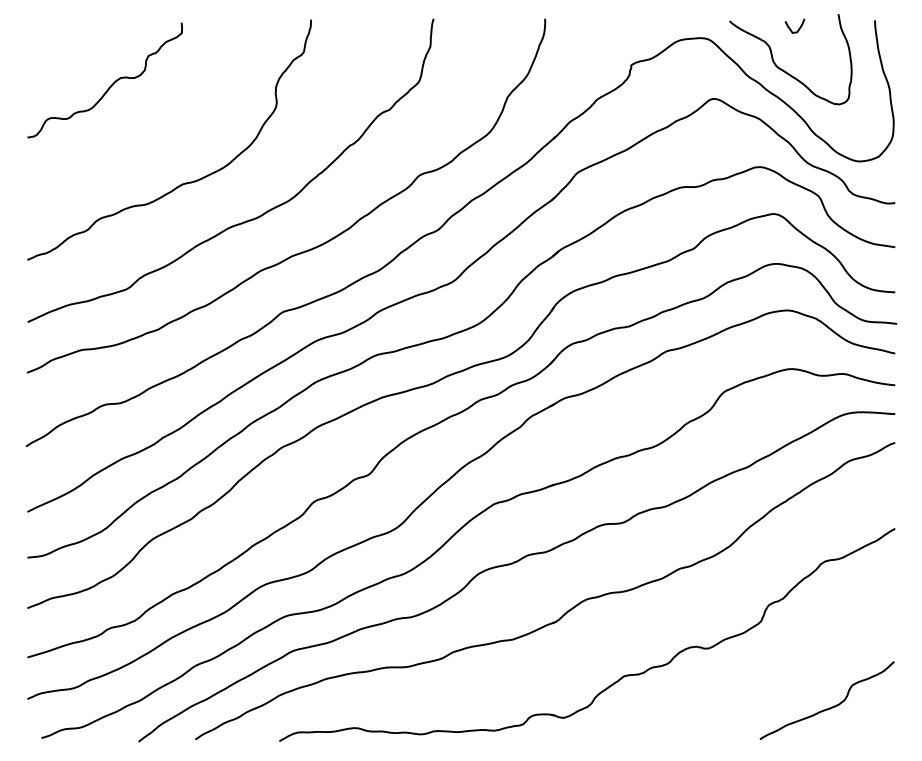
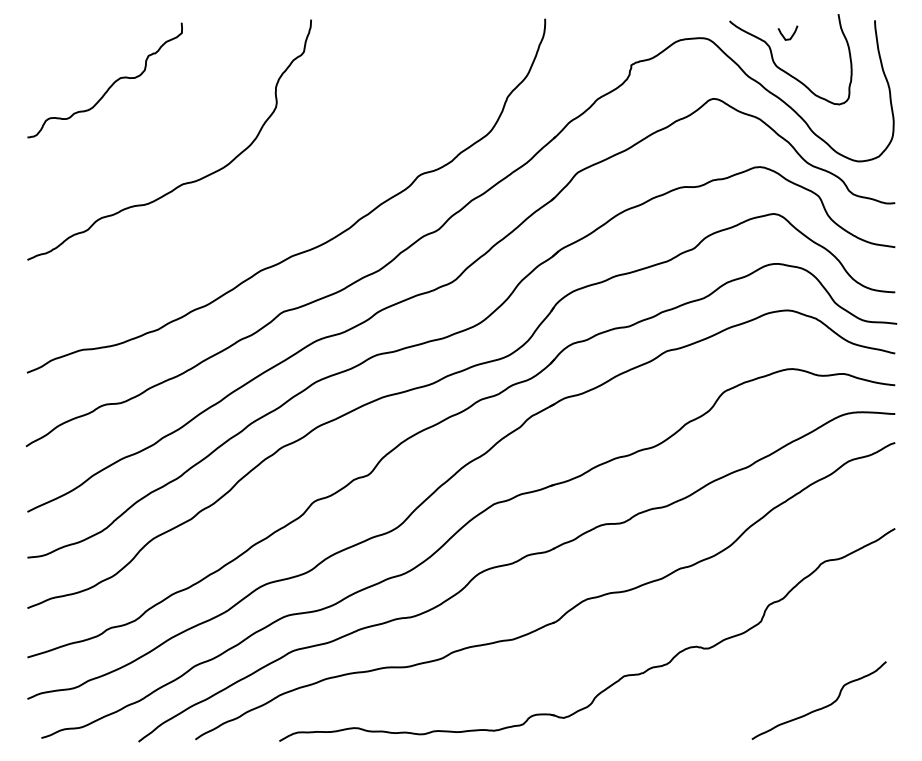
curve at (790, 28) position: (790, 28) -> (783, 35)
curve at (246, 220): present -> none
curve at (829, 707) position: (829, 707) -> (821, 707)
